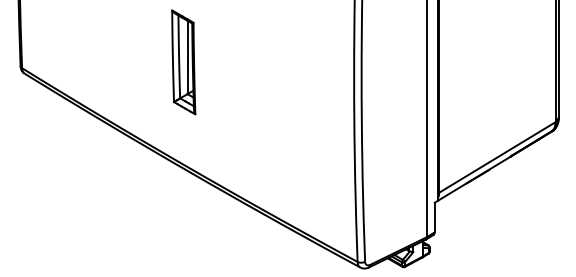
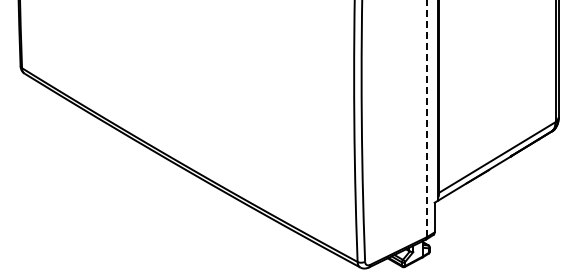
part at (183, 62): present -> none
line at (427, 118): solid -> dashed
